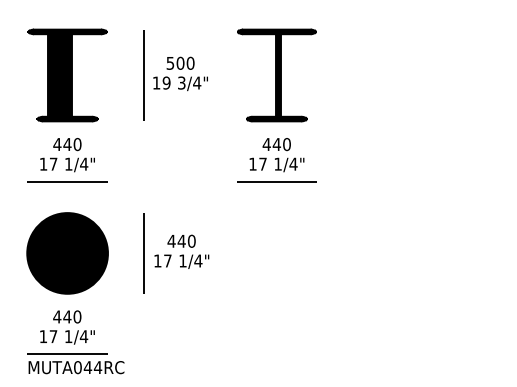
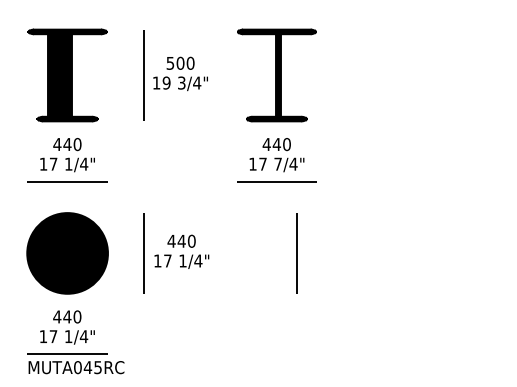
text at (277, 163): 1/4" -> 7/4"
line at (296, 253): none -> present
text at (97, 367): MUTA044RC -> MUTA045RC
